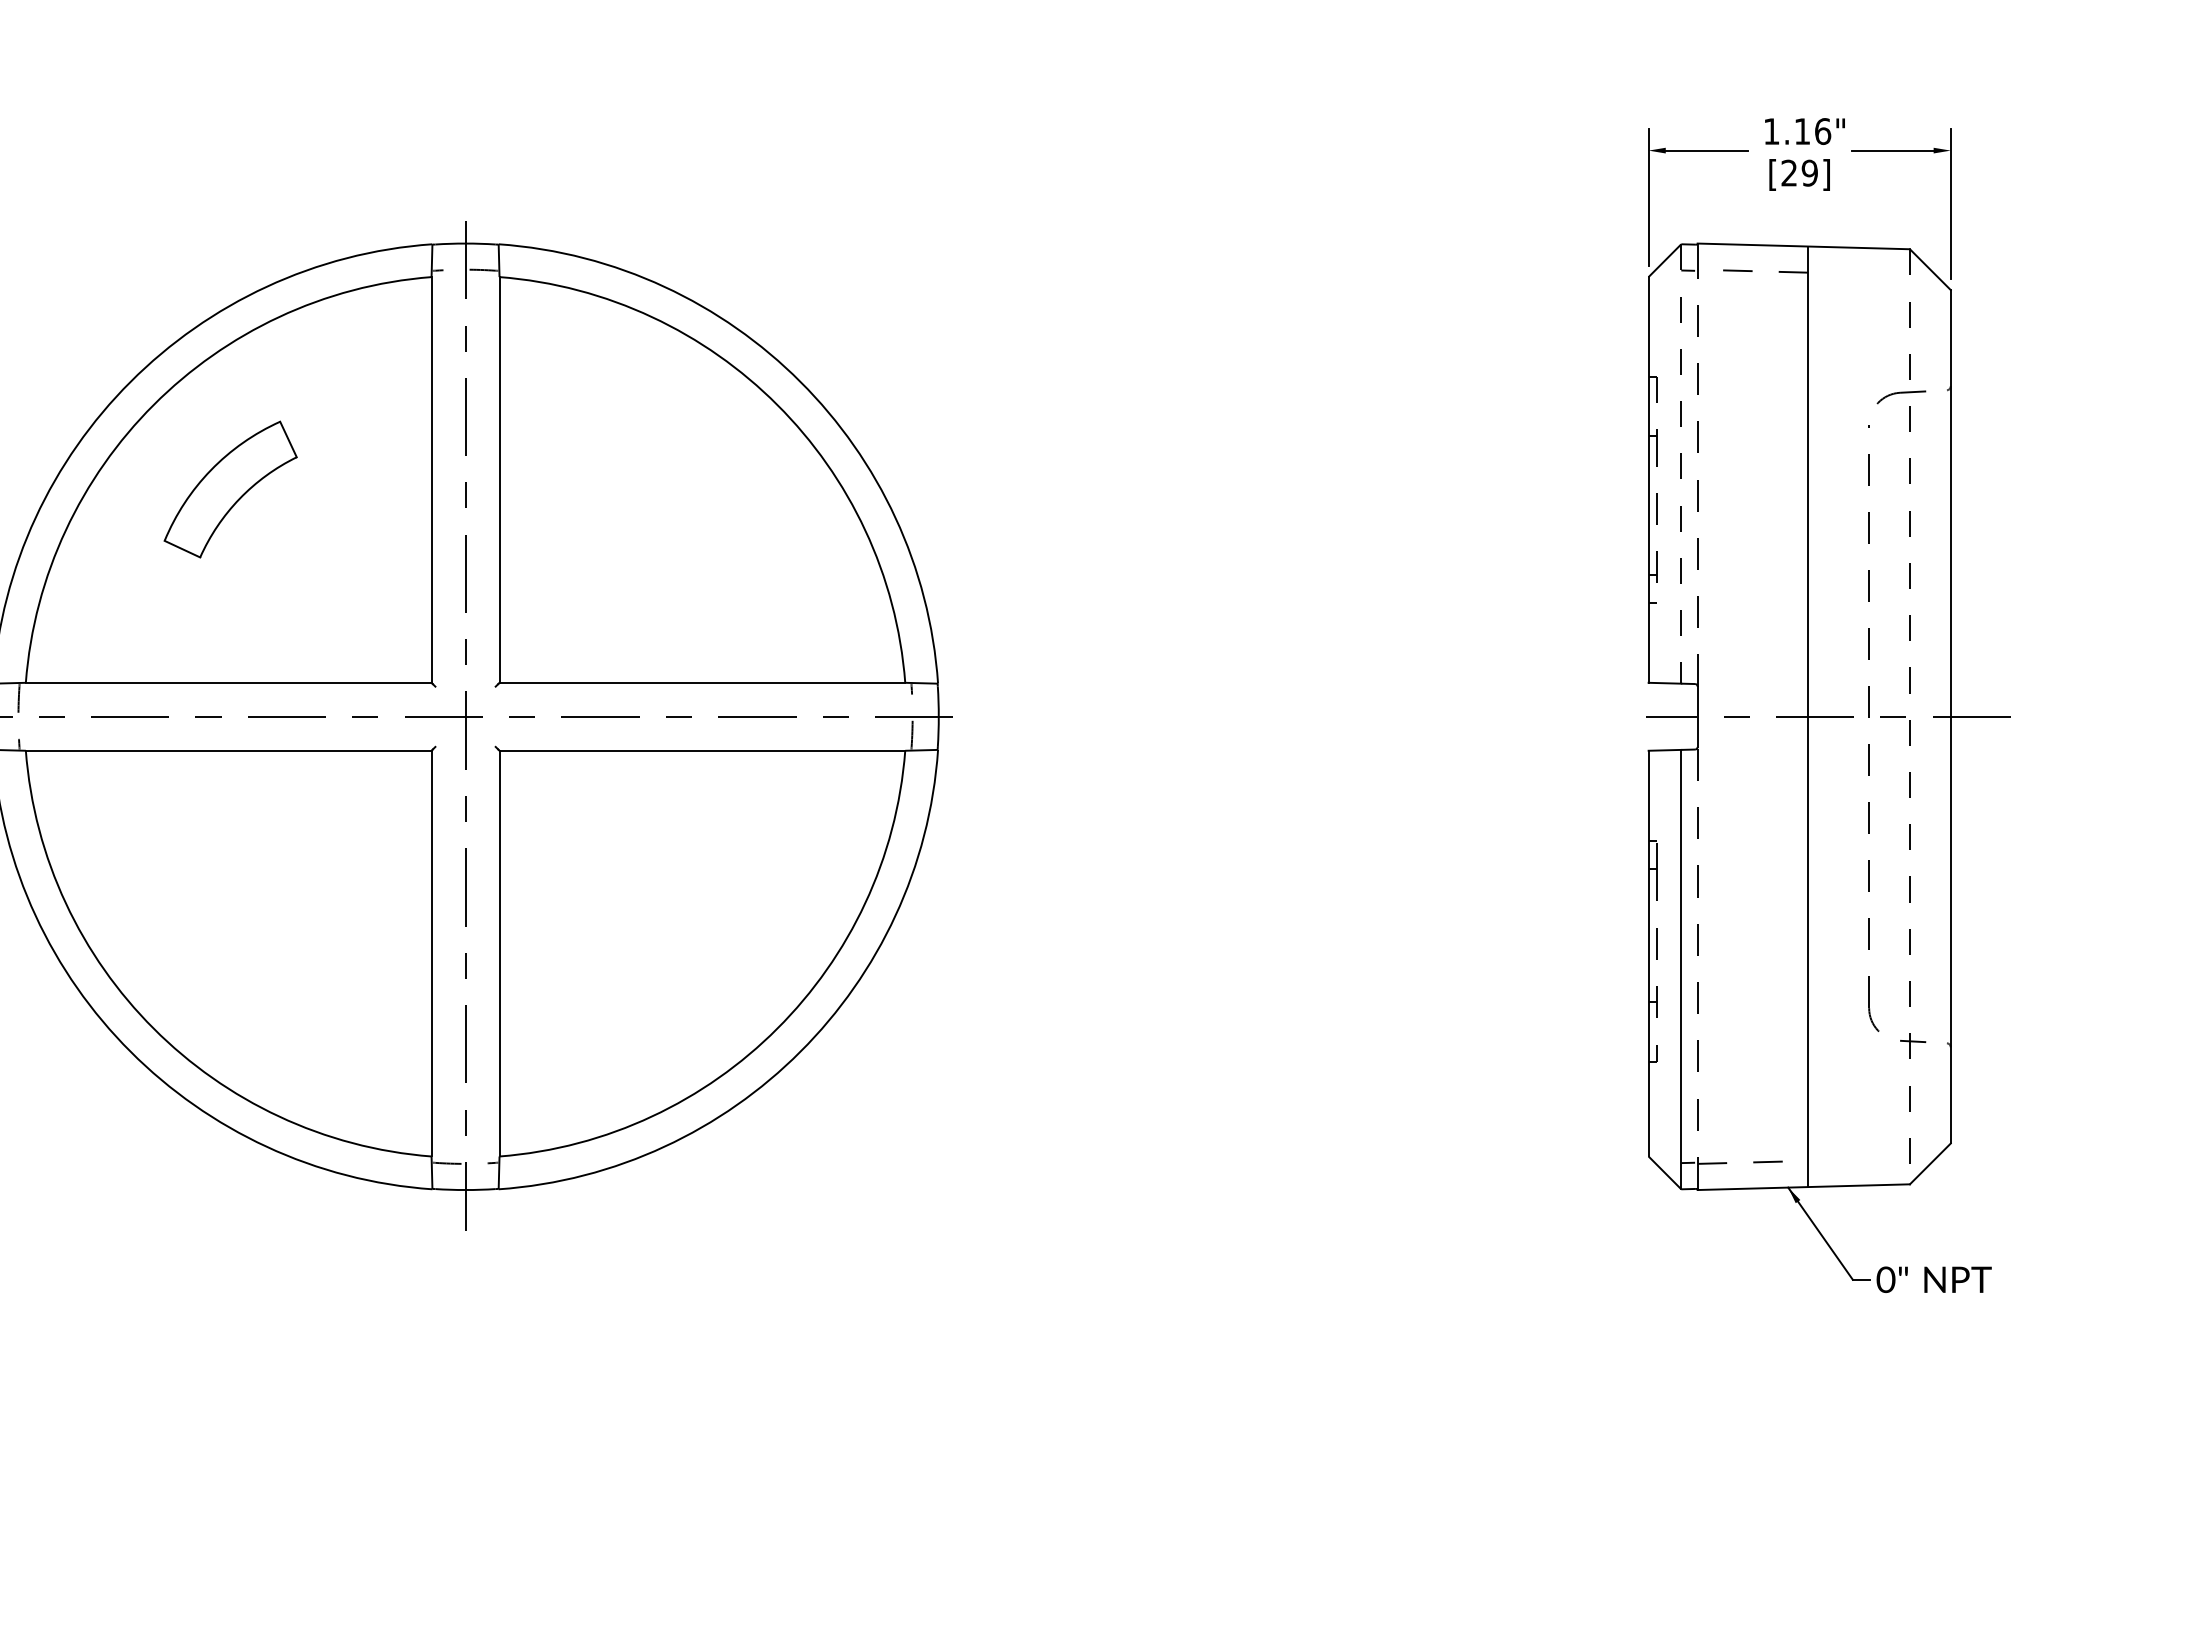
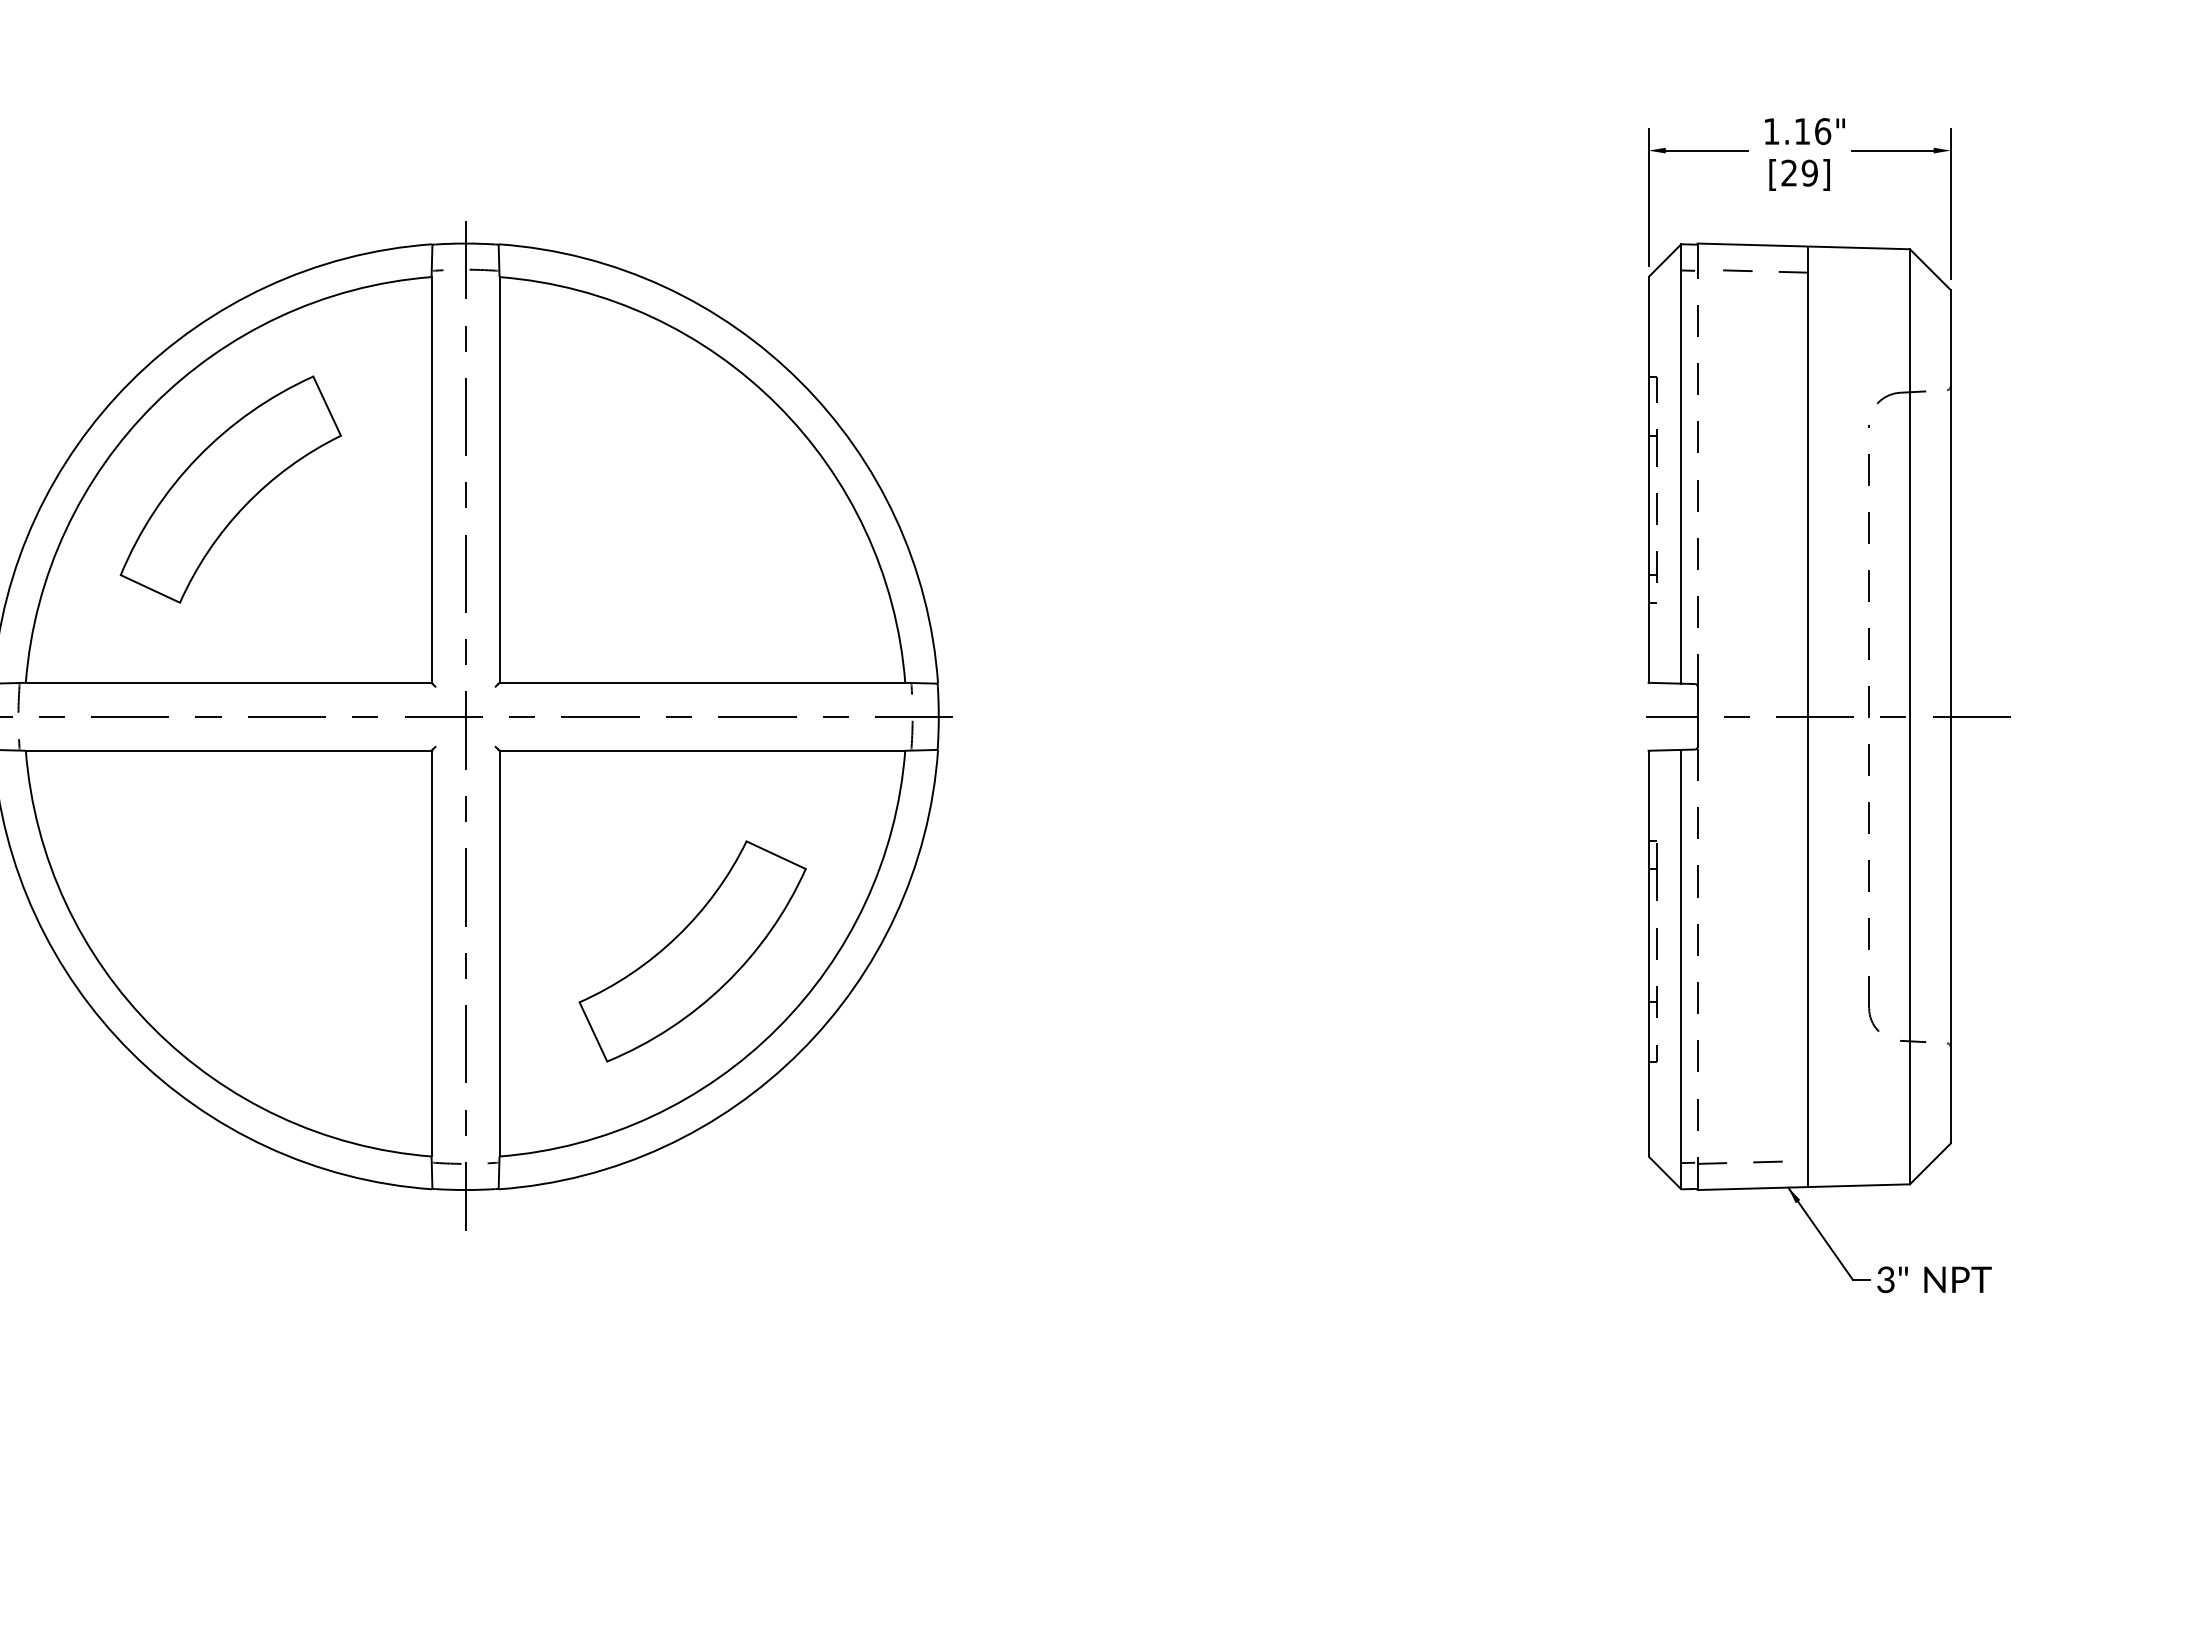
line at (1681, 463): dashed -> solid
part at (230, 489) size: 135x139 px -> 223x229 px
line at (1909, 716): dashed -> solid
part at (692, 951): none -> present
text at (1885, 1279): 0" -> 3"
